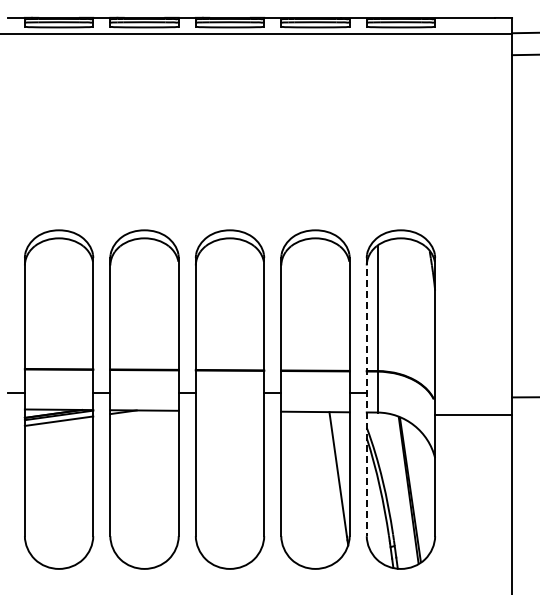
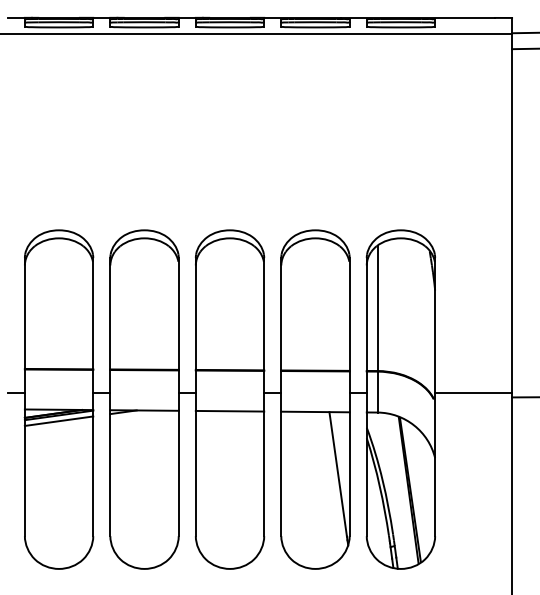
line at (524, 54) position: (524, 54) -> (524, 48)
line at (366, 397): dashed -> solid
line at (229, 410): none -> present
line at (473, 414) position: (473, 414) -> (473, 392)
